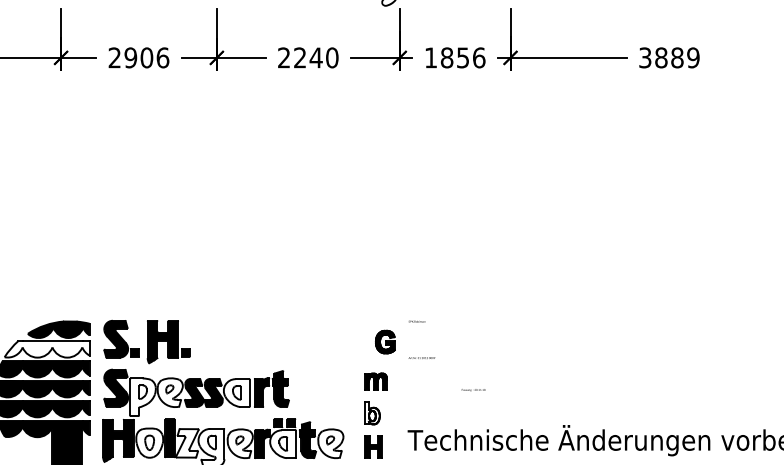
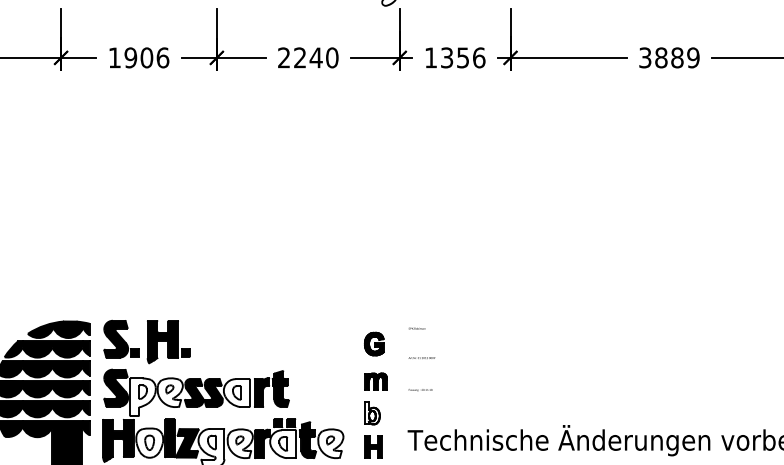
text at (114, 57): 2906 -> 1906
text at (446, 57): 1856 -> 1356
line at (746, 57): none -> present
text at (416, 321) position: (416, 321) -> (416, 328)
part at (385, 341) position: (385, 341) -> (374, 343)
fill at (46, 349): none -> present
text at (473, 390) position: (473, 390) -> (420, 390)
fill at (187, 443): none -> present
